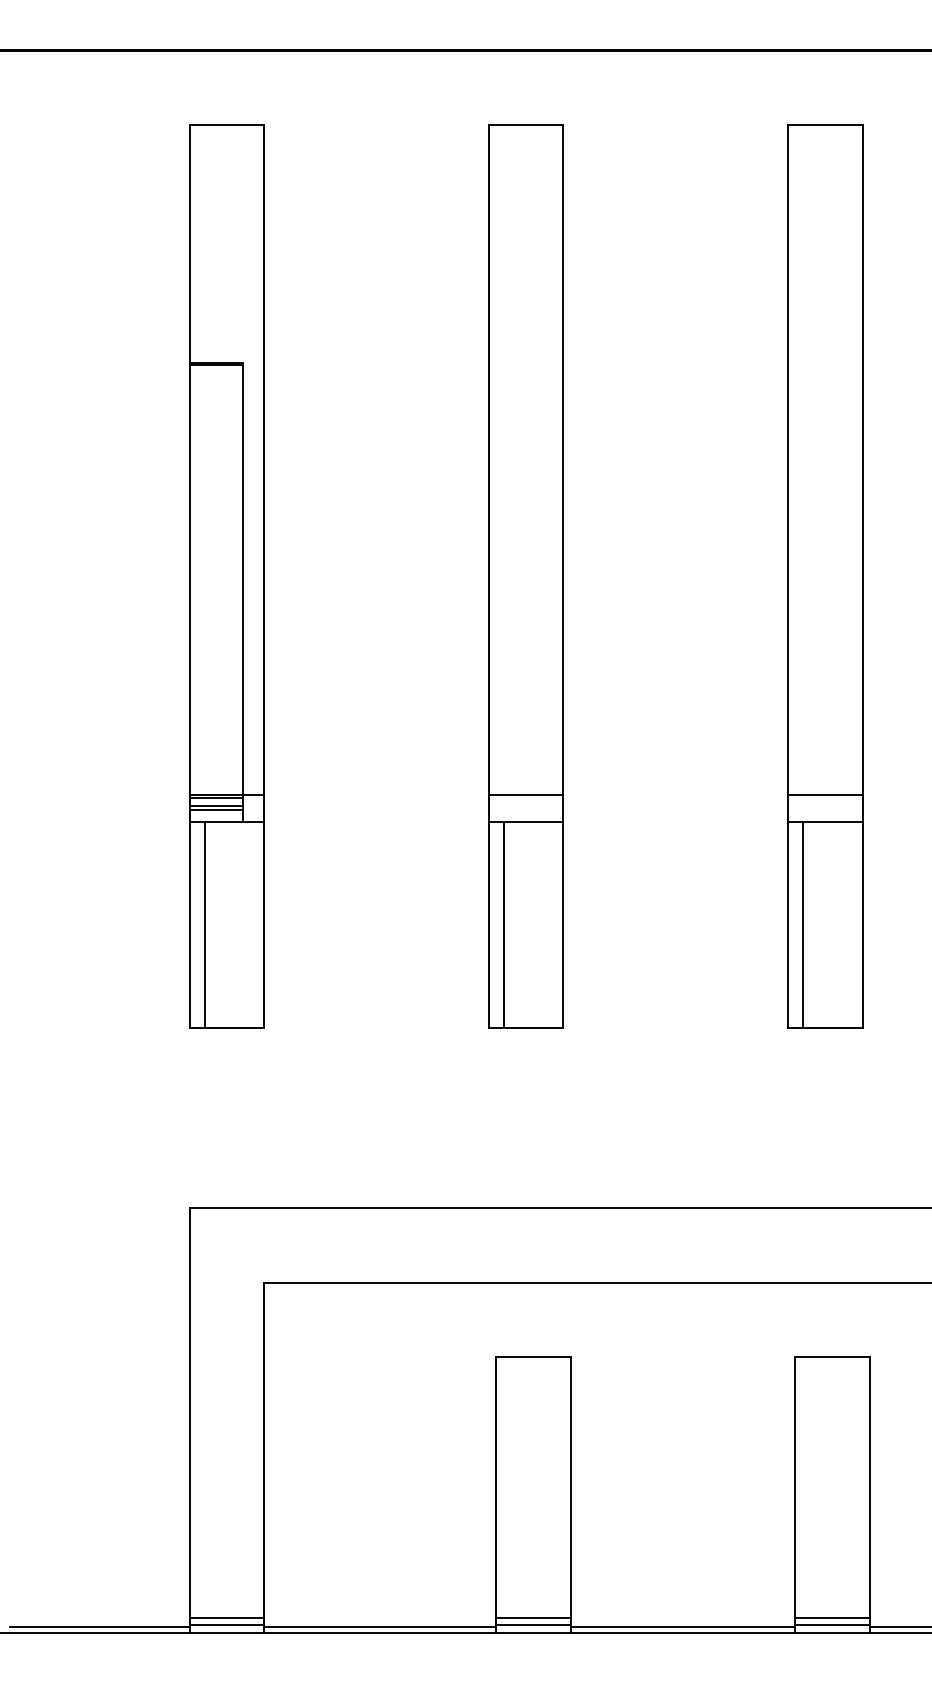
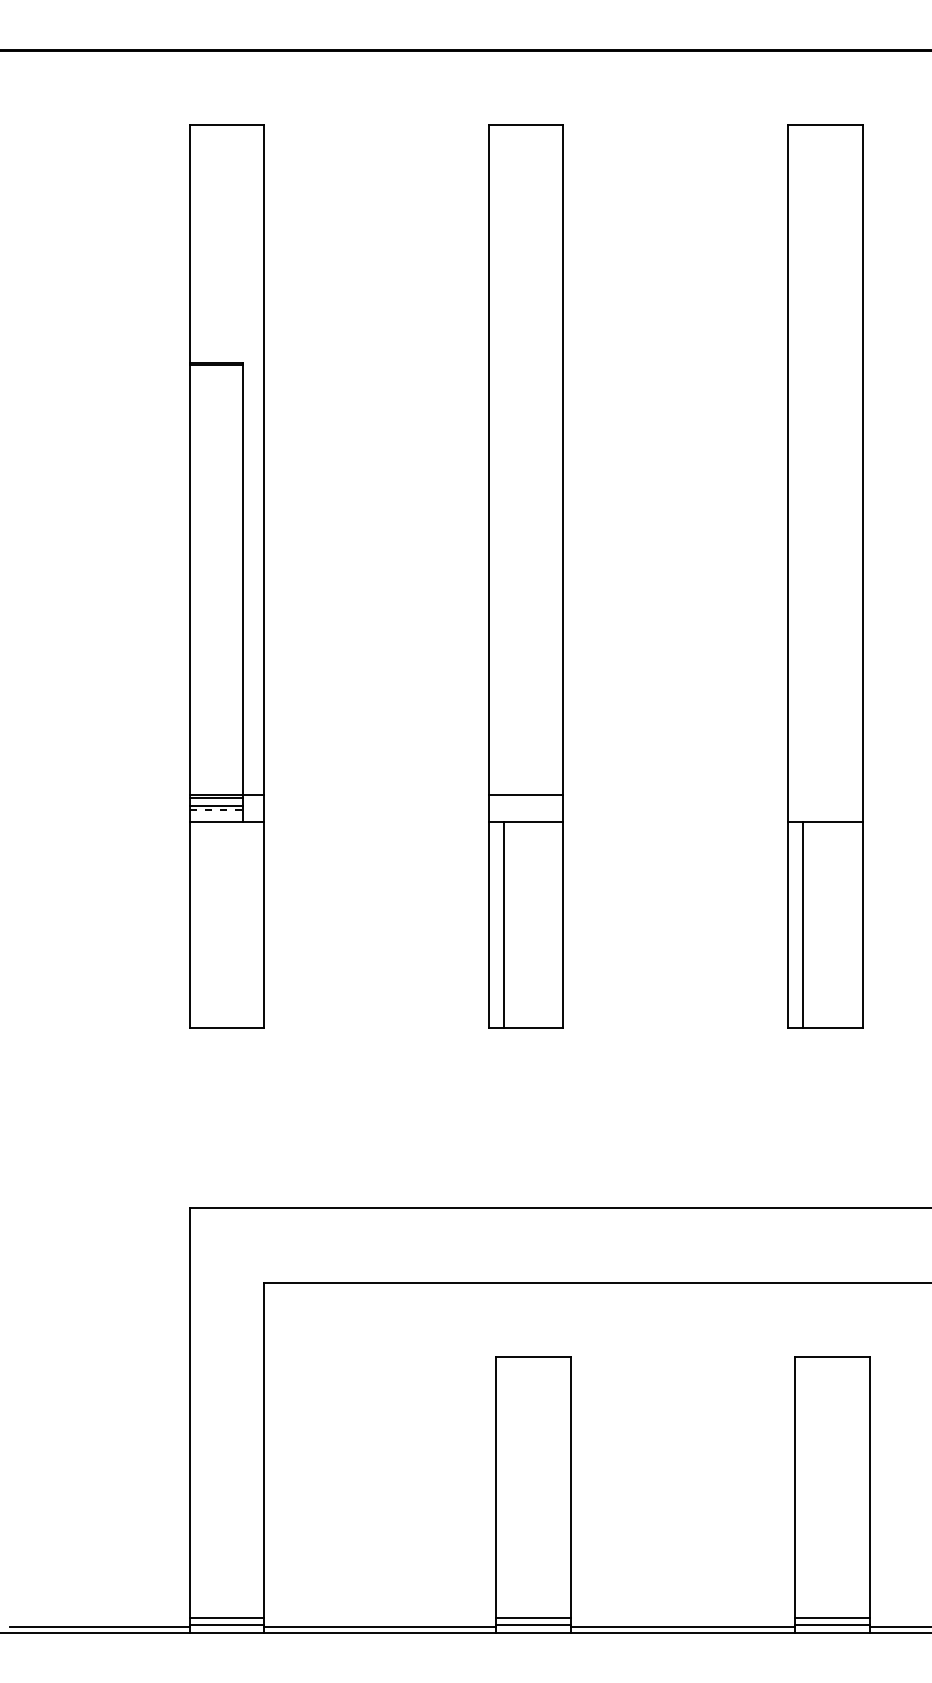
line at (824, 795): present -> none
line at (216, 810): solid -> dashed
line at (204, 925): present -> none
